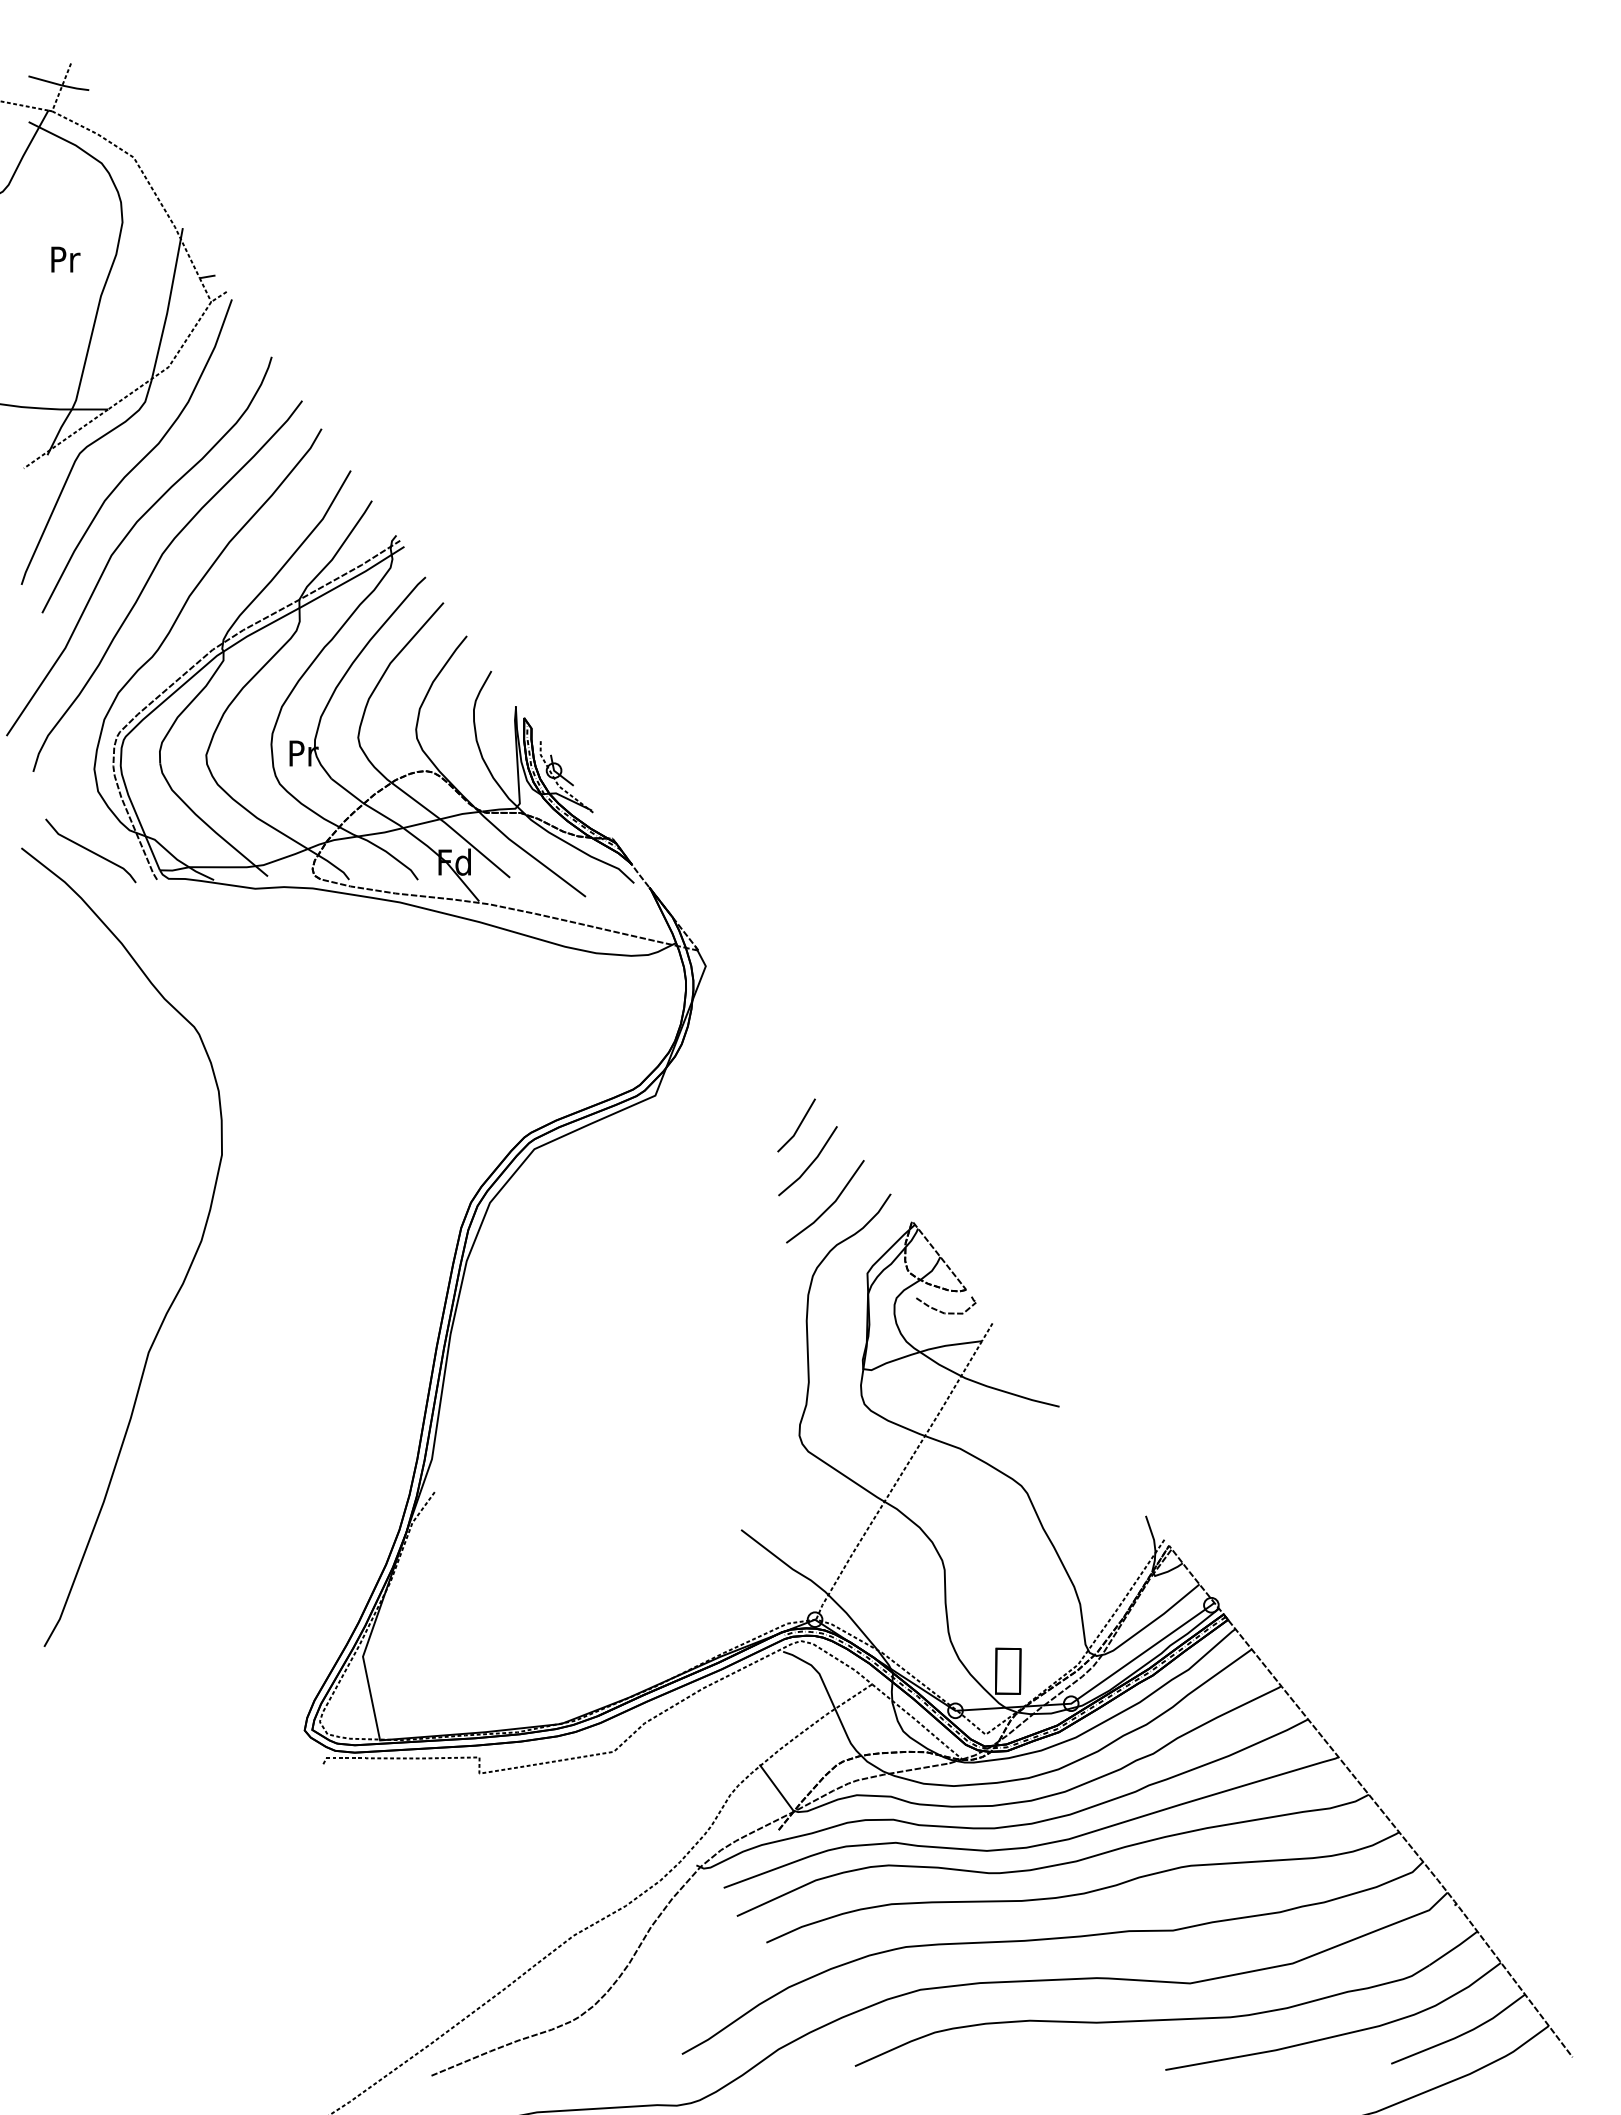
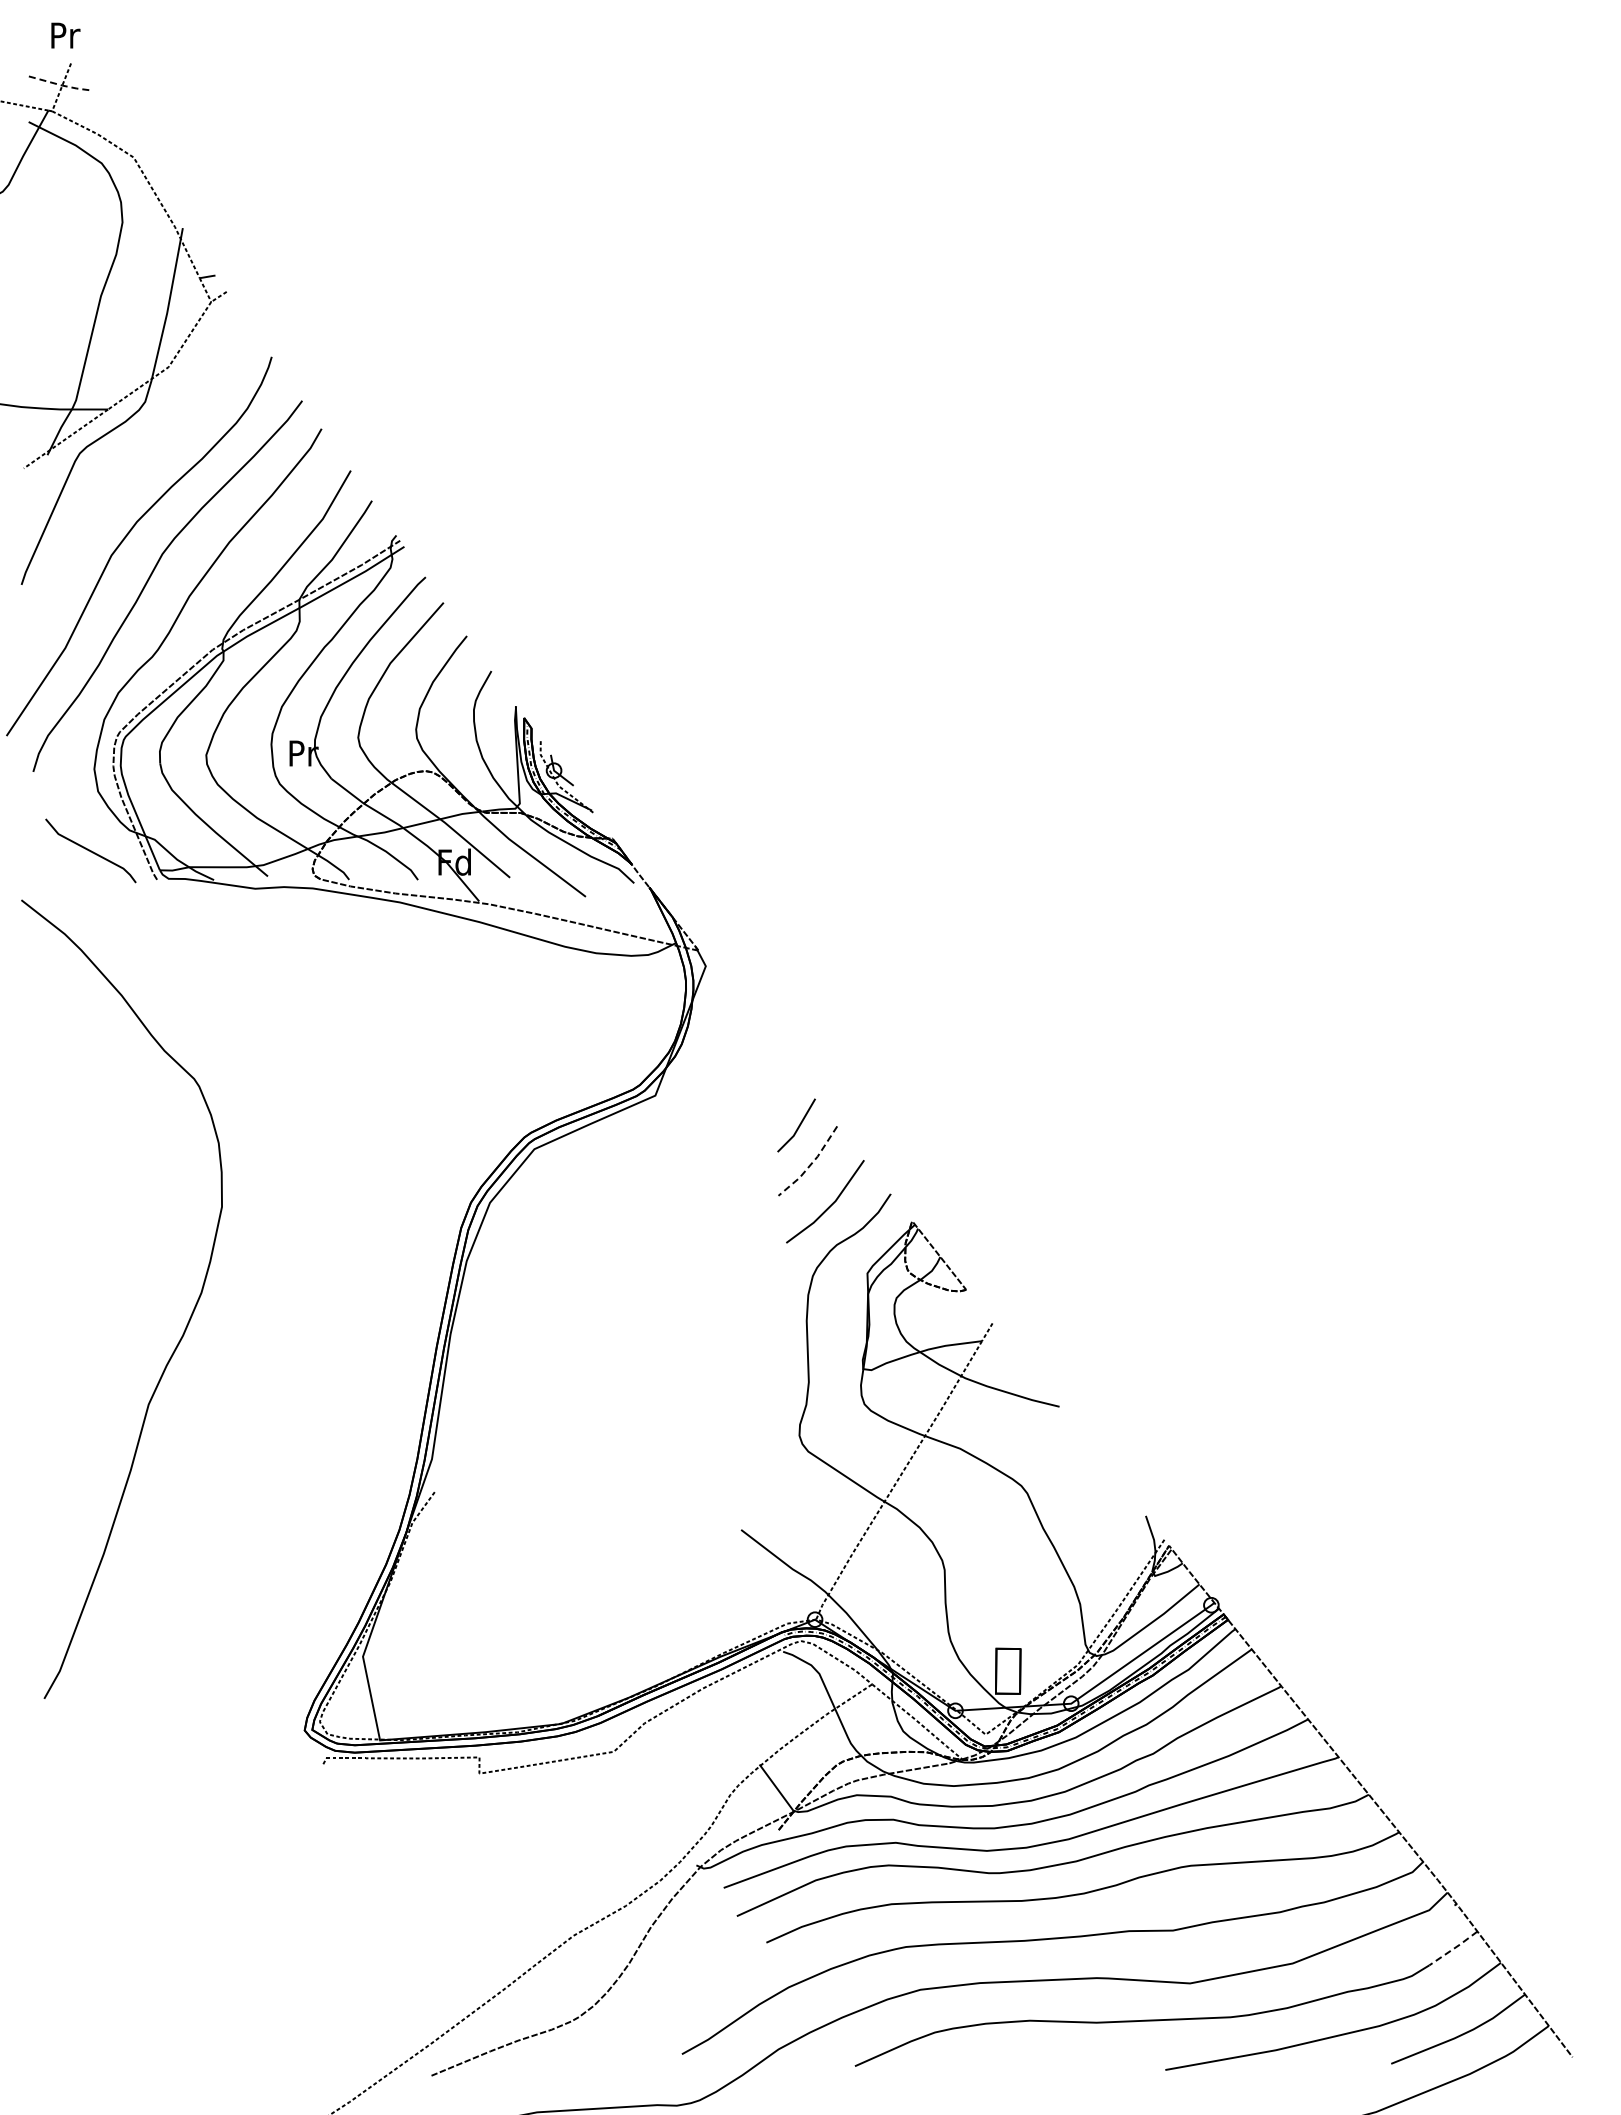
line at (60, 85): solid -> dashed
text at (65, 259) position: (65, 259) -> (65, 35)
curve at (140, 460): present -> none
line at (811, 1164): solid -> dashed
curve at (186, 1272) position: (186, 1272) -> (186, 1324)
part at (945, 1312): present -> none
line at (1454, 1948): solid -> dashed
